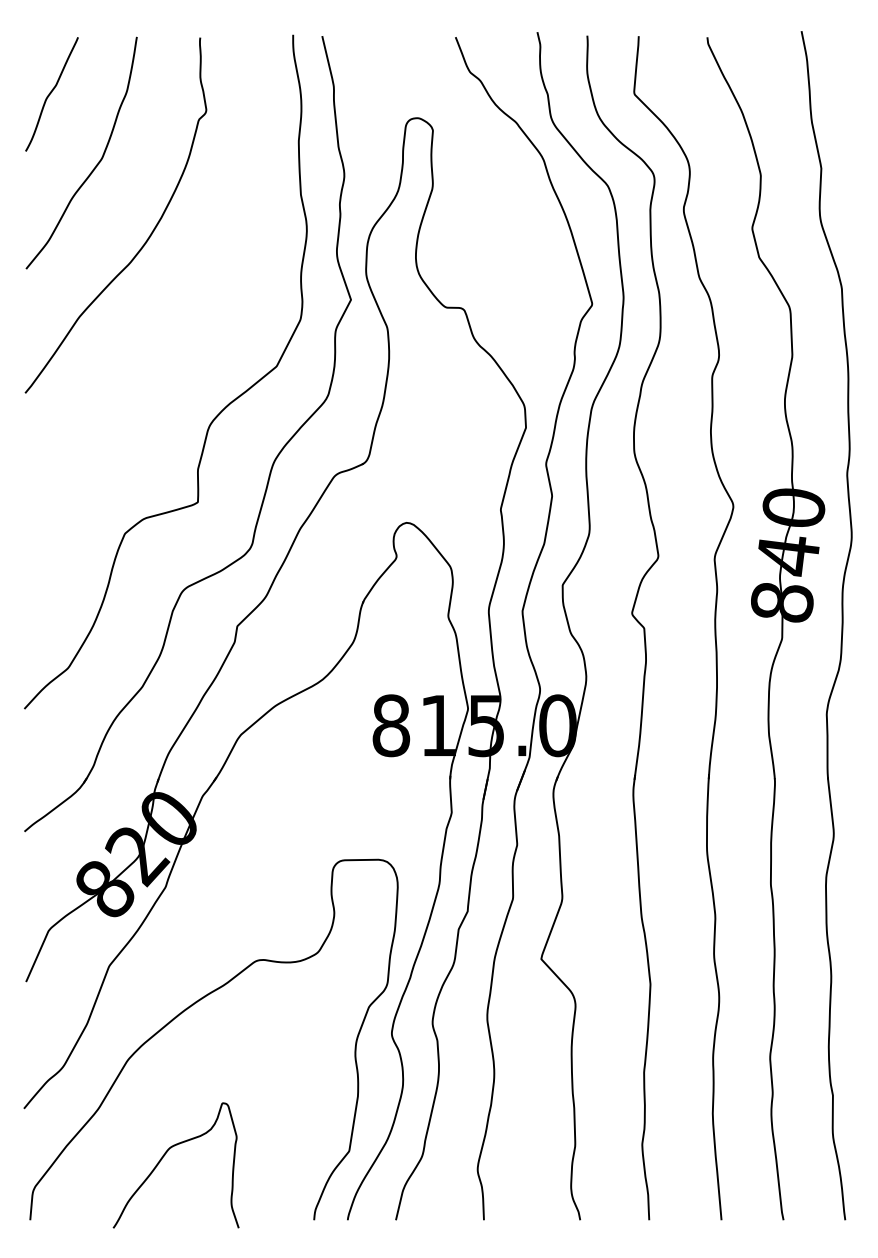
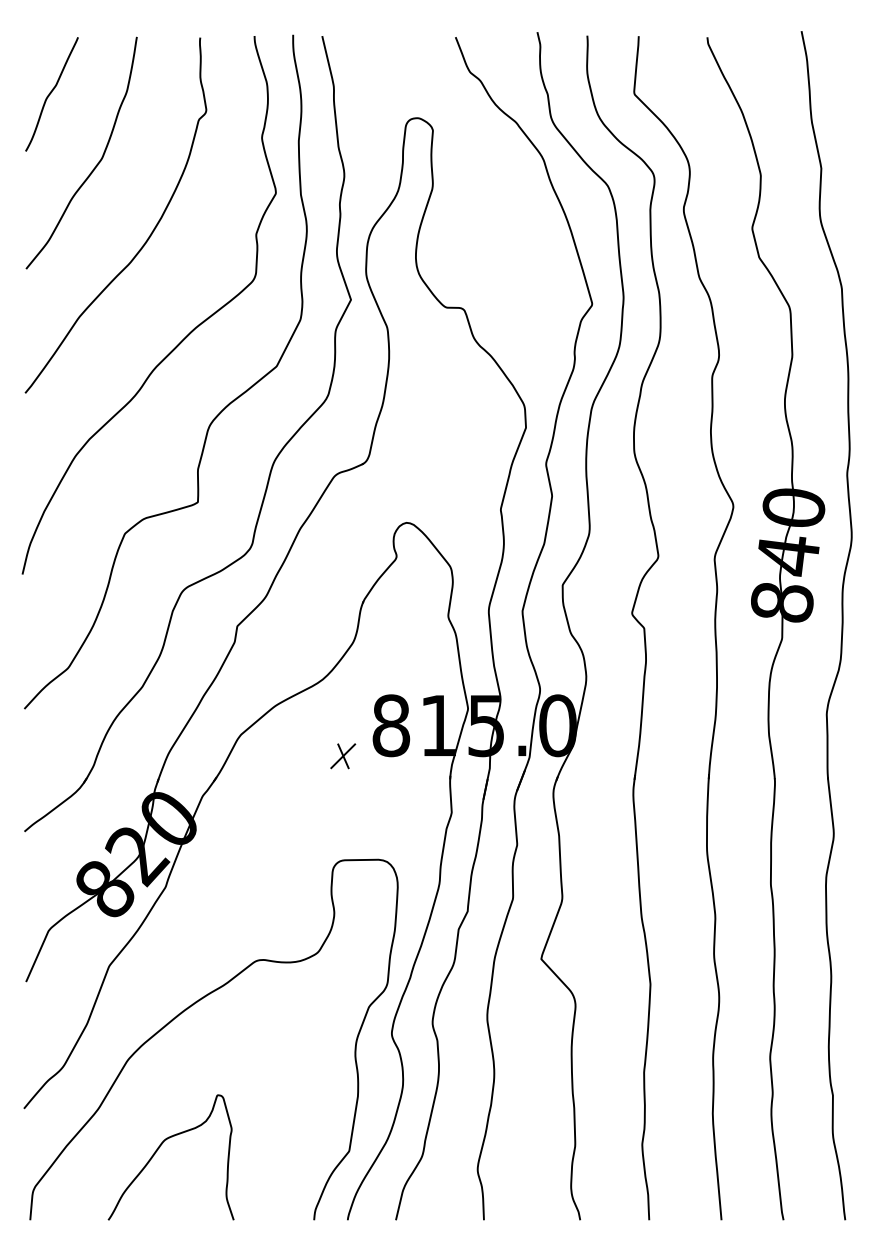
curve at (182, 339): none -> present
part at (343, 756): none -> present
curve at (165, 1155) position: (165, 1155) -> (160, 1147)
